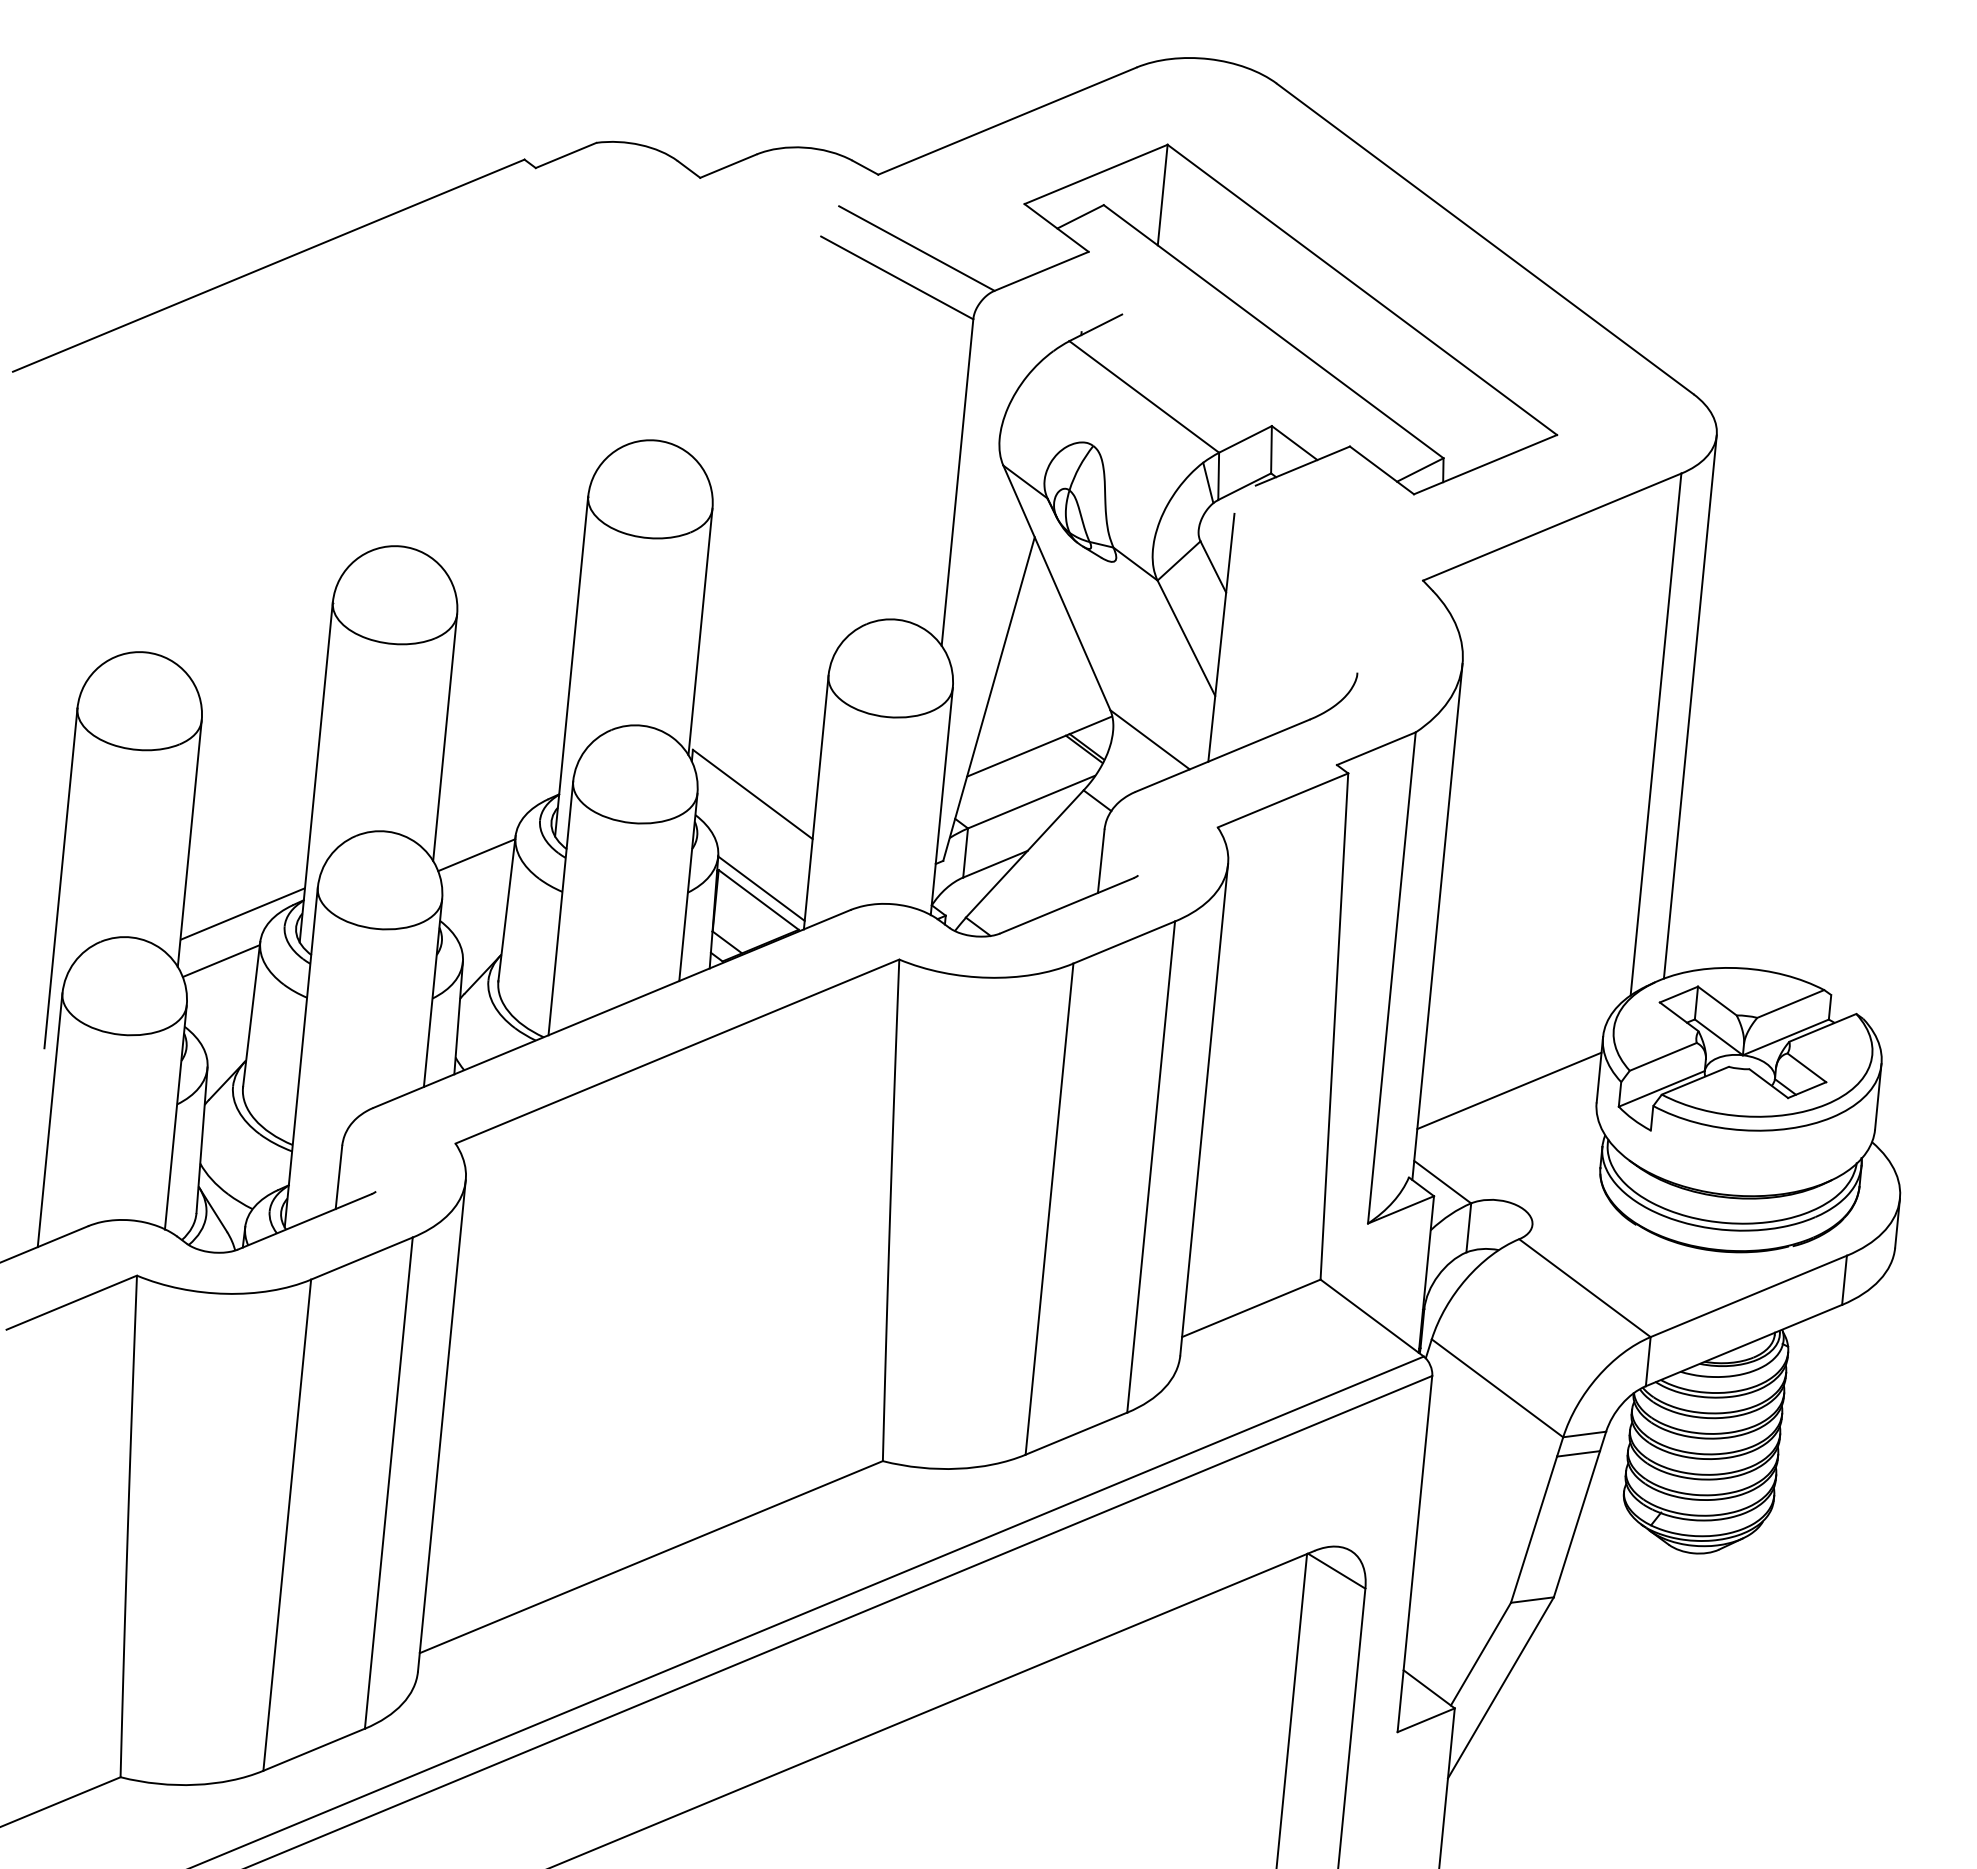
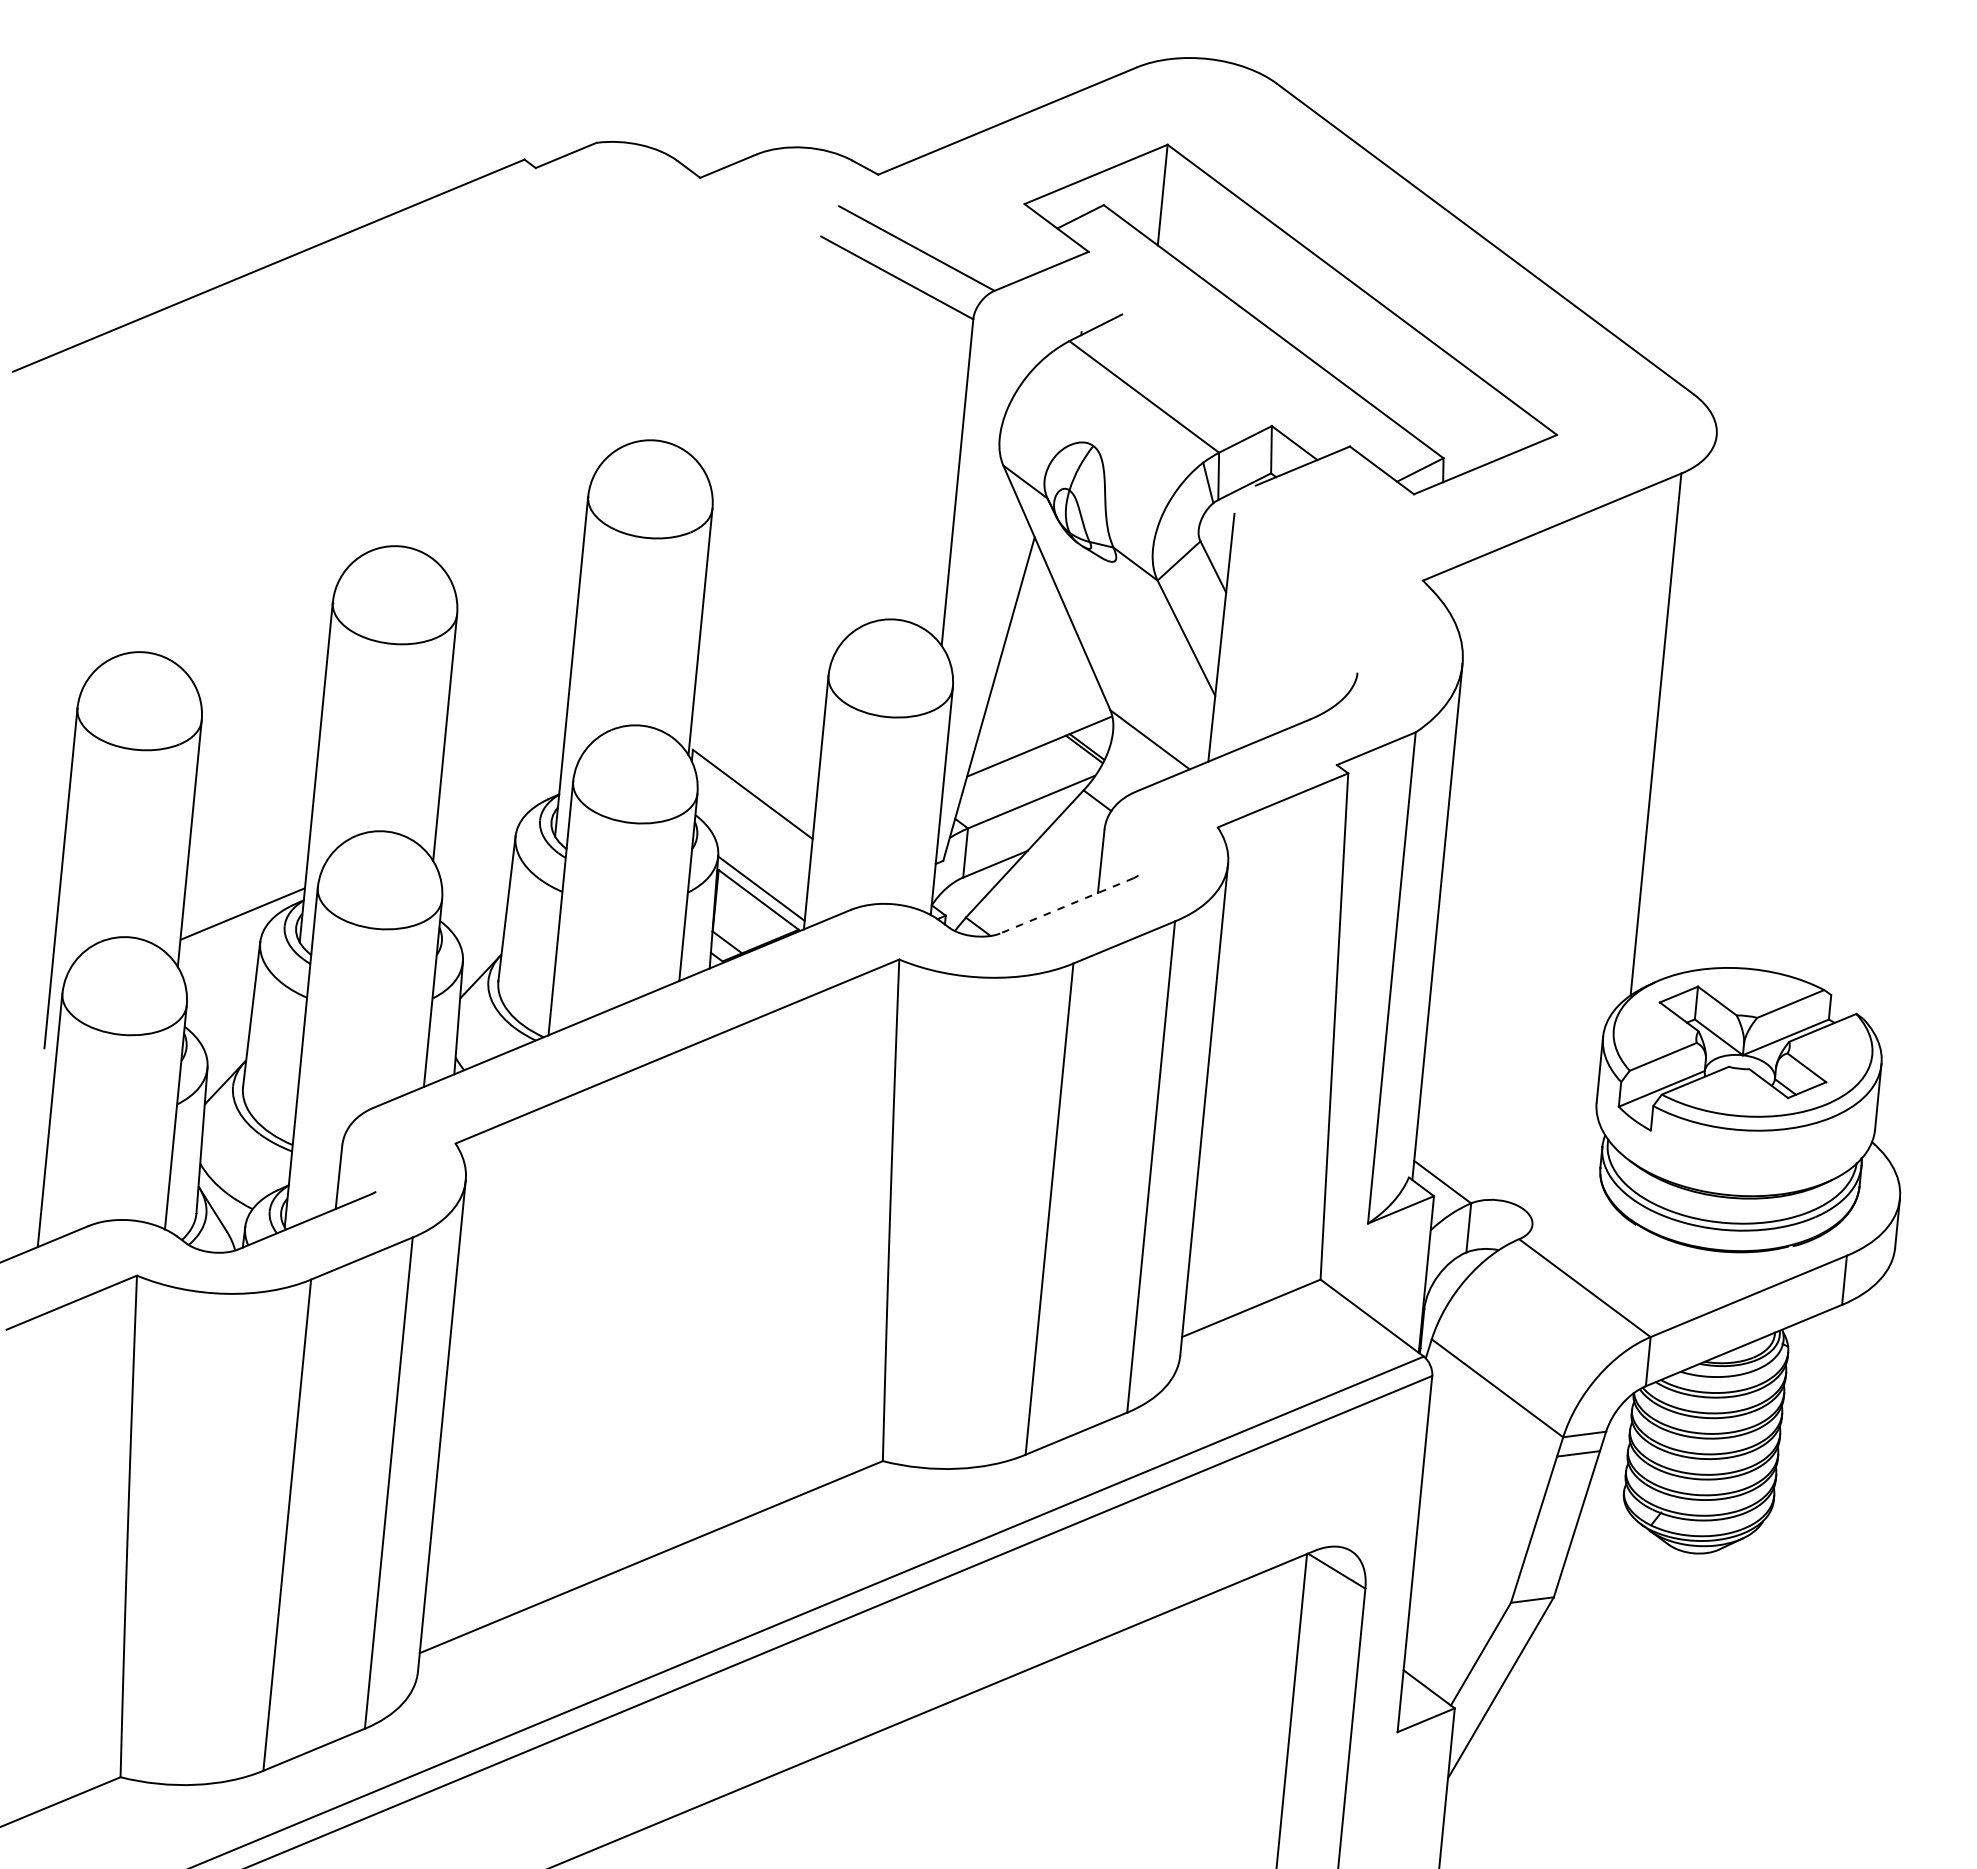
line at (1689, 706): present -> none
line at (476, 855): present -> none
line at (1066, 906): solid -> dashed
line at (220, 961): present -> none
line at (1509, 1090): present -> none
